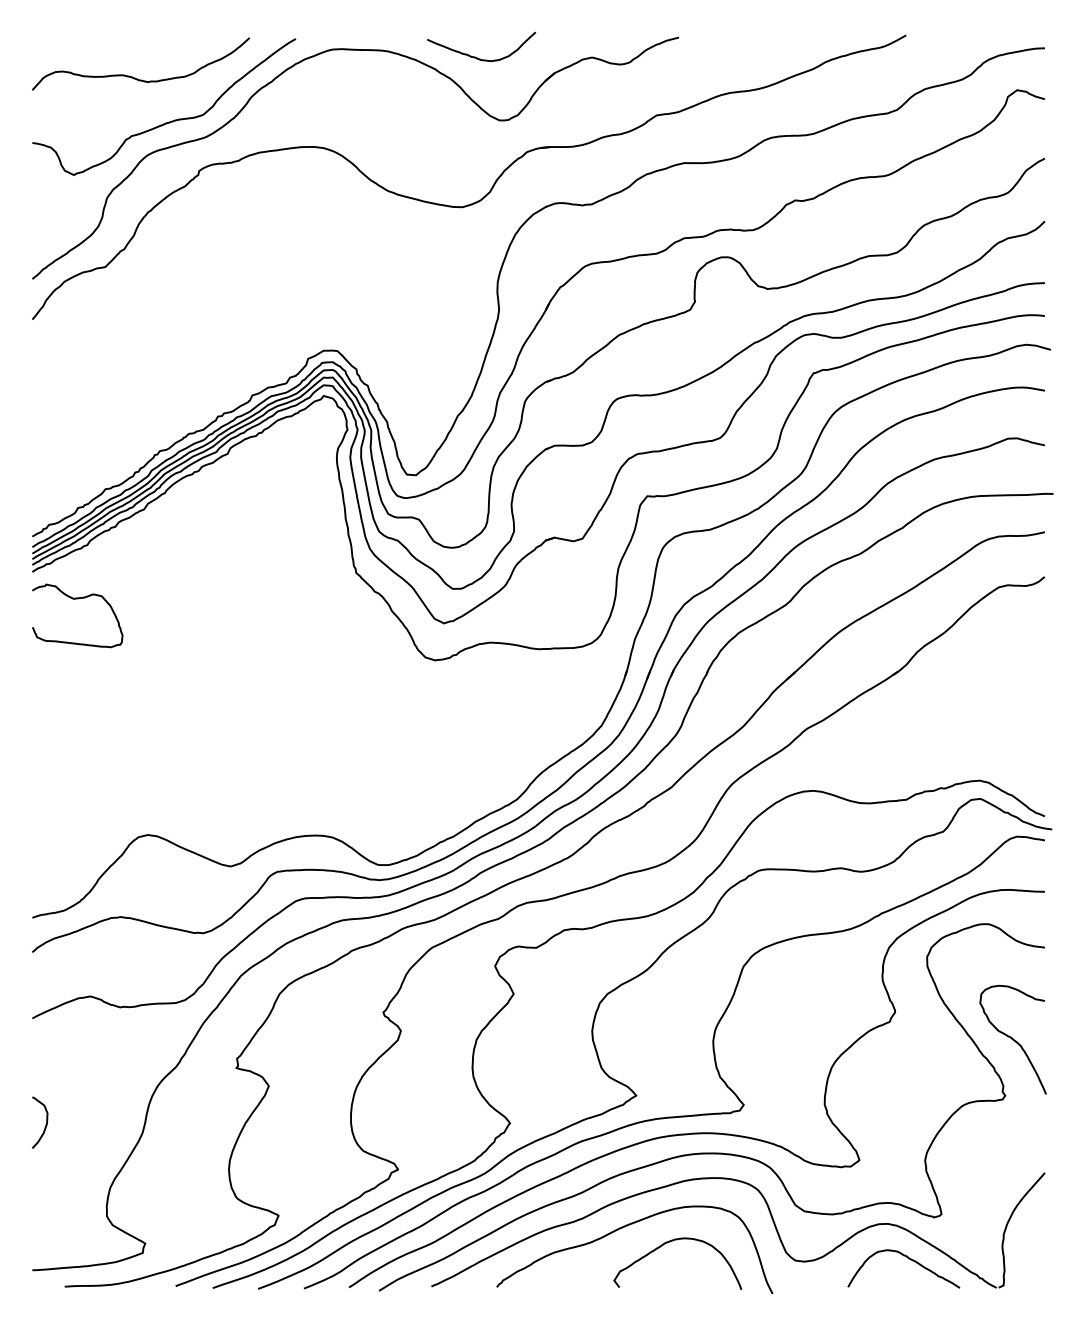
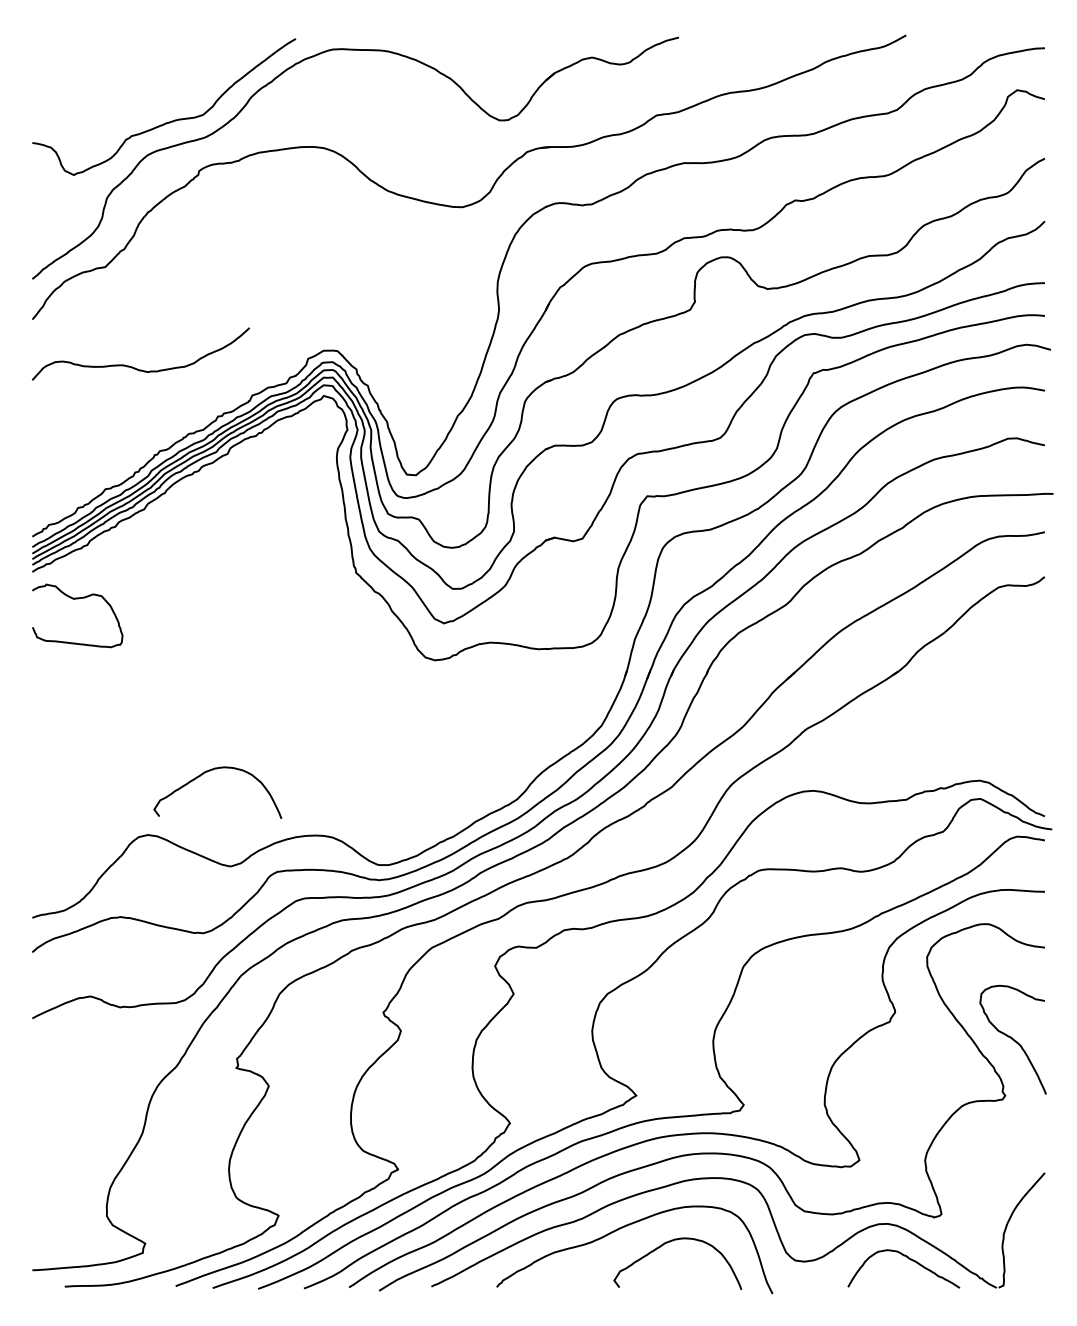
curve at (475, 56): present -> none
curve at (135, 77) position: (135, 77) -> (135, 367)
curve at (210, 771): none -> present
curve at (45, 1124): present -> none
